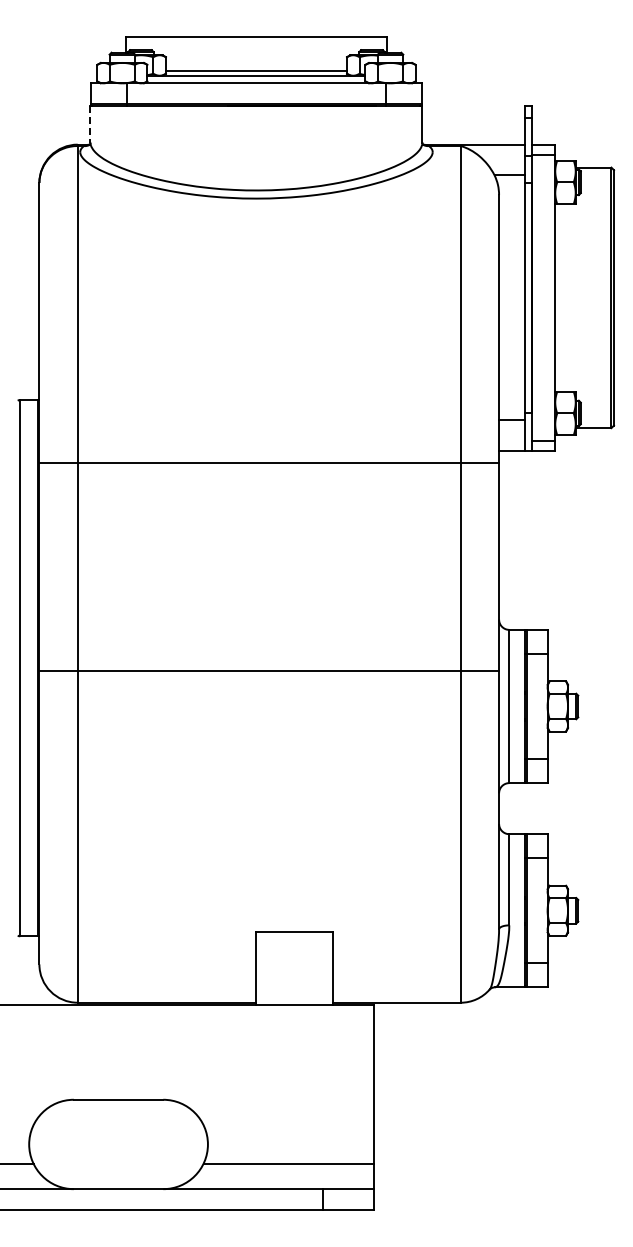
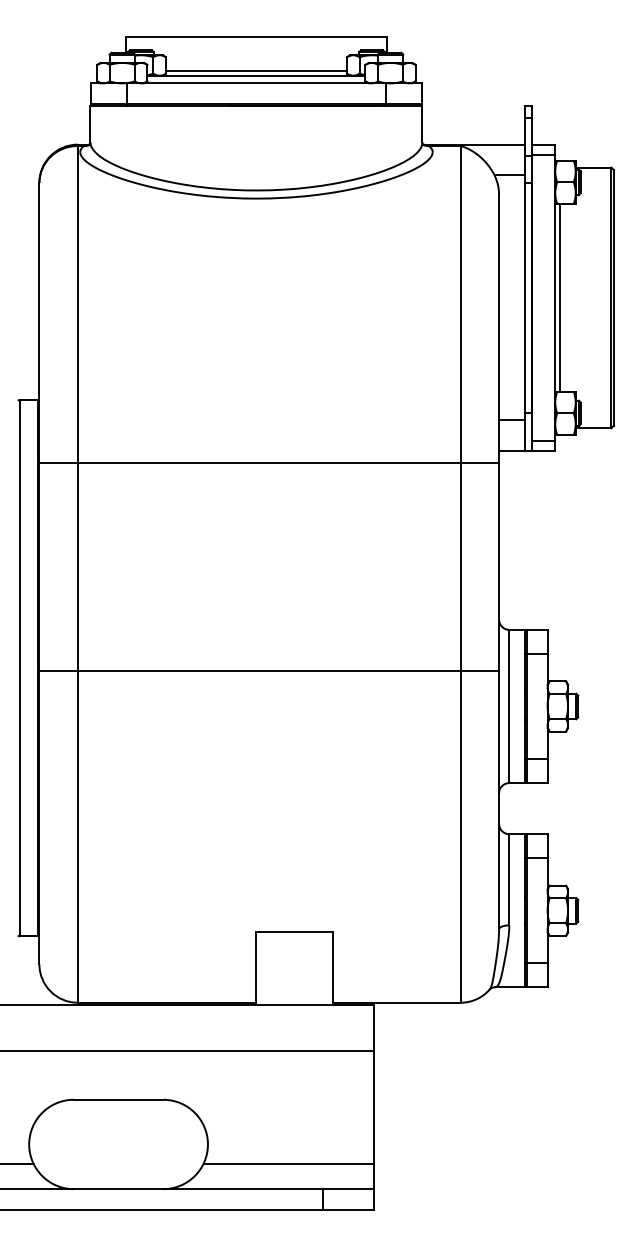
line at (90, 124): dashed -> solid
line at (560, 297): none -> present
line at (187, 1051): none -> present
